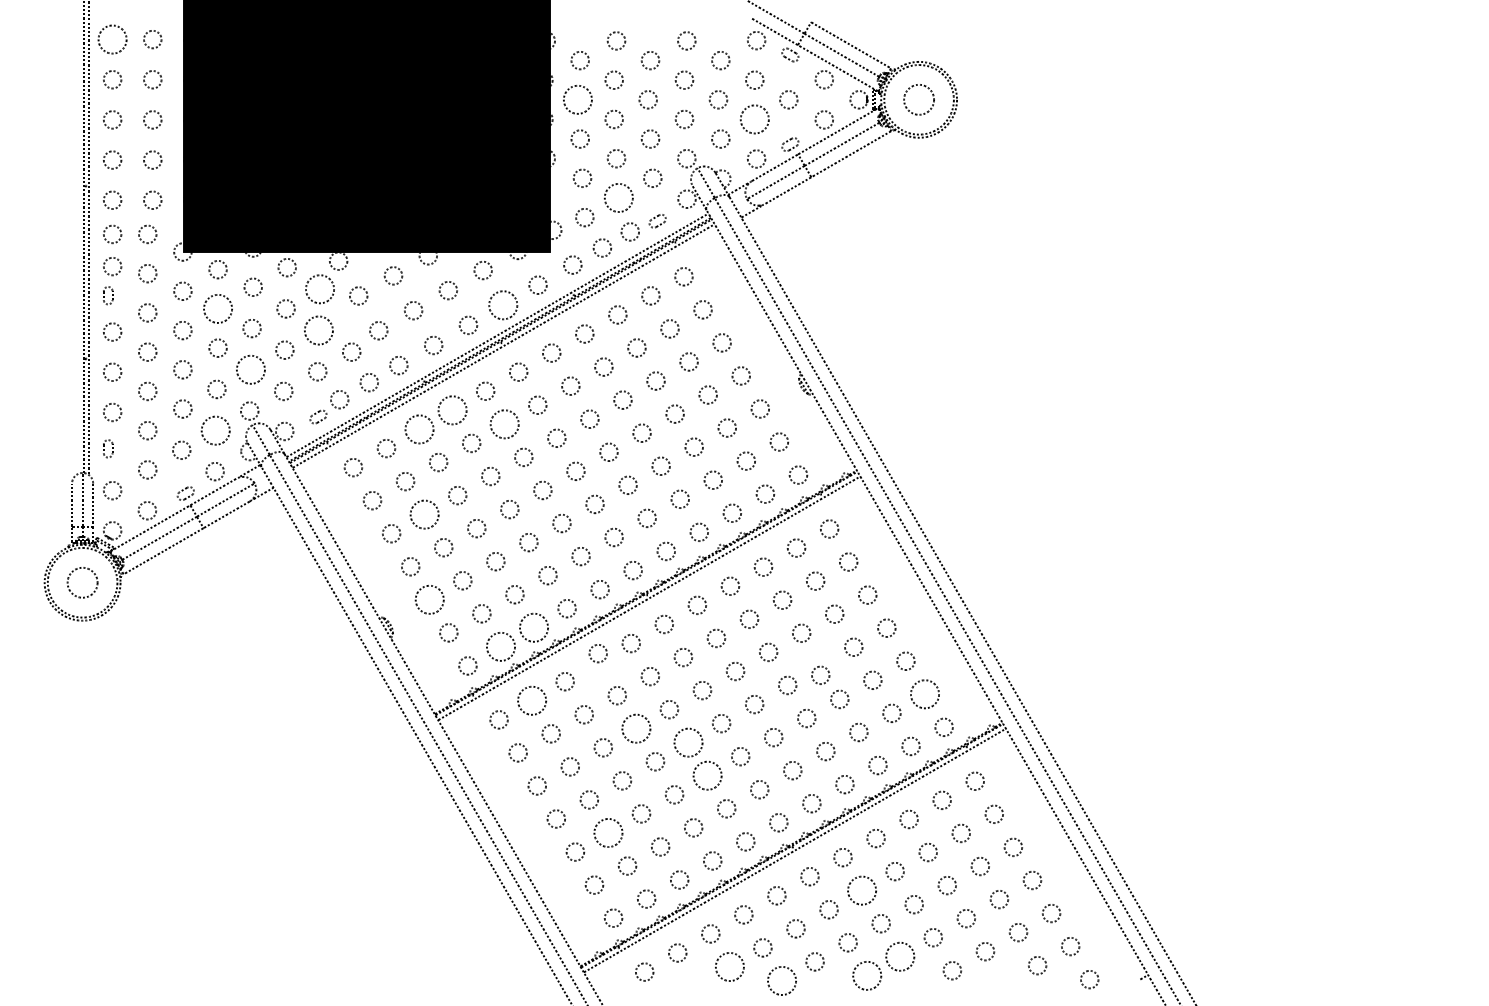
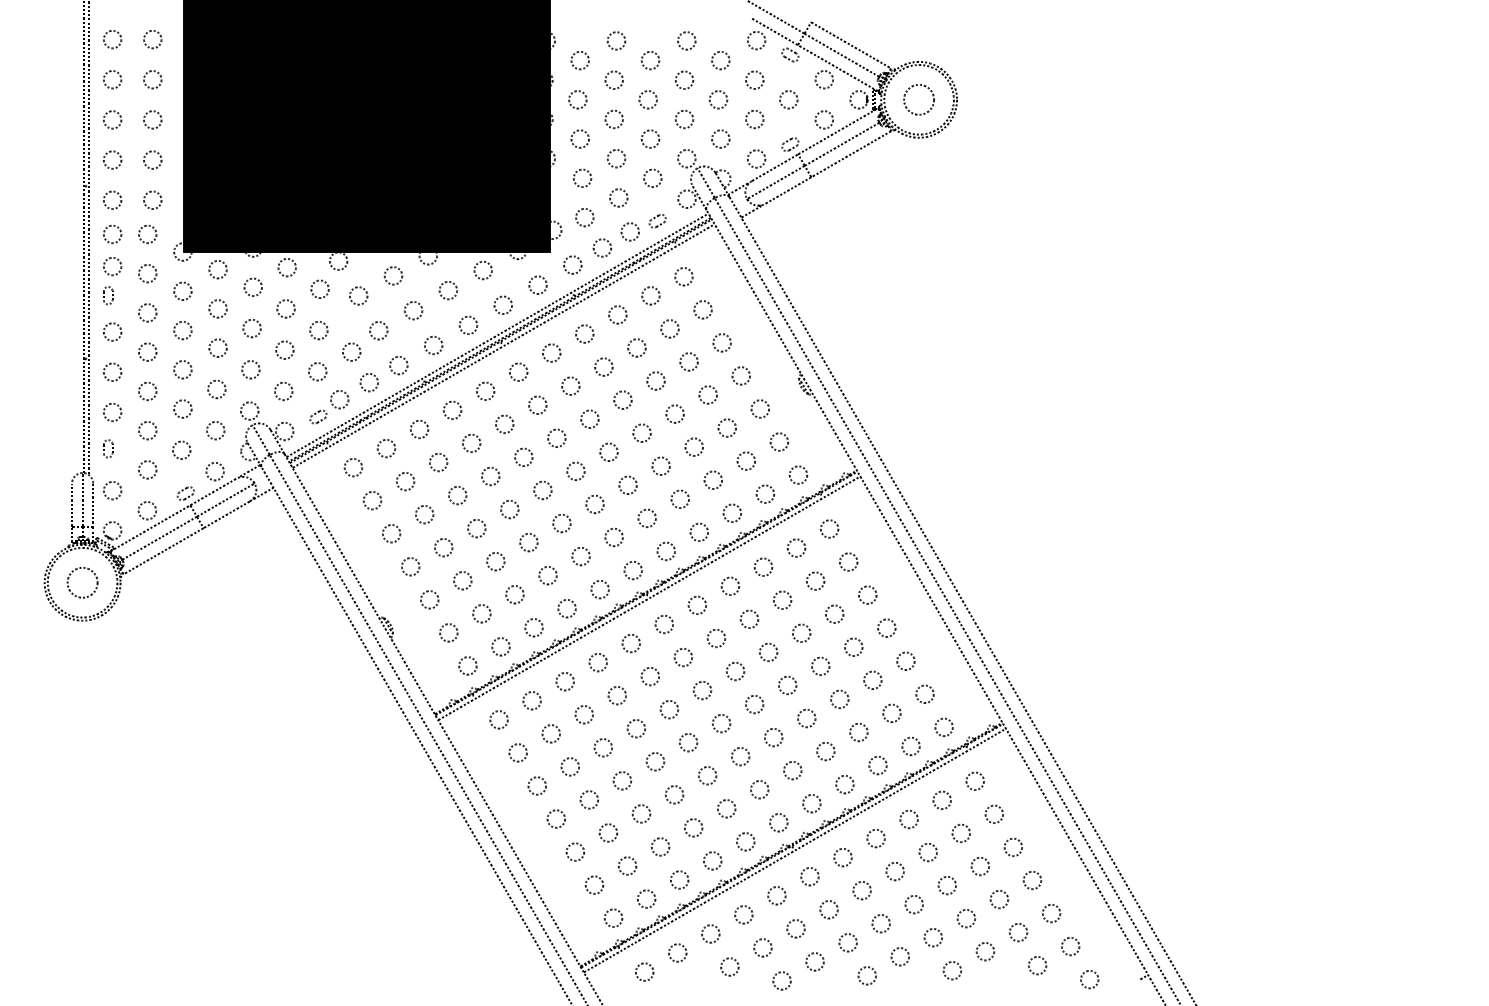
circle at (112, 39) diameter: 28 px -> 18 px
circle at (577, 99) diameter: 28 px -> 18 px
circle at (754, 119) diameter: 28 px -> 18 px
circle at (618, 197) diameter: 28 px -> 18 px
circle at (320, 289) diameter: 28 px -> 18 px
circle at (503, 305) diameter: 28 px -> 18 px
circle at (218, 308) diameter: 28 px -> 18 px
circle at (318, 330) diameter: 28 px -> 18 px
circle at (250, 369) diameter: 28 px -> 18 px
circle at (452, 410) diameter: 28 px -> 18 px
circle at (504, 424) diameter: 28 px -> 18 px
circle at (419, 429) diameter: 28 px -> 18 px
circle at (215, 430) diameter: 28 px -> 18 px
circle at (424, 514) diameter: 28 px -> 18 px
circle at (429, 599) diameter: 28 px -> 18 px
circle at (533, 627) diameter: 28 px -> 18 px
circle at (500, 646) diameter: 28 px -> 18 px
circle at (597, 653) position: (597, 653) -> (597, 662)
circle at (820, 674) position: (820, 674) -> (820, 665)
circle at (924, 694) diameter: 28 px -> 18 px
circle at (532, 700) diameter: 28 px -> 18 px
circle at (636, 728) diameter: 28 px -> 18 px
circle at (688, 742) diameter: 28 px -> 18 px
circle at (707, 775) diameter: 28 px -> 18 px
circle at (608, 832) diameter: 28 px -> 18 px
circle at (862, 890) diameter: 28 px -> 18 px
circle at (900, 956) diameter: 28 px -> 18 px
circle at (729, 966) diameter: 28 px -> 18 px
circle at (867, 975) diameter: 28 px -> 18 px
circle at (781, 980) size: 30x30 px -> 20x20 px
